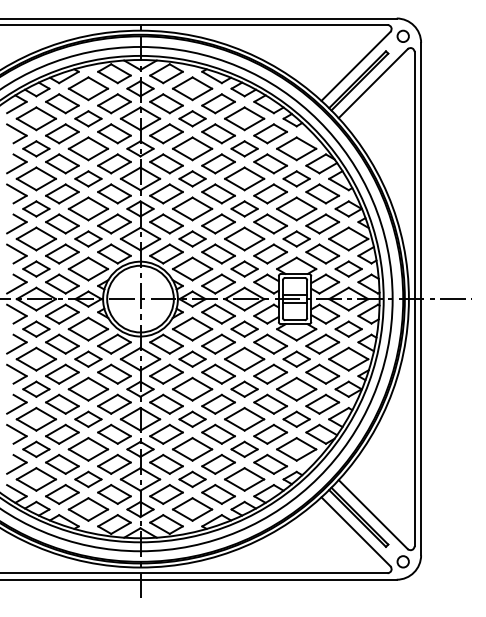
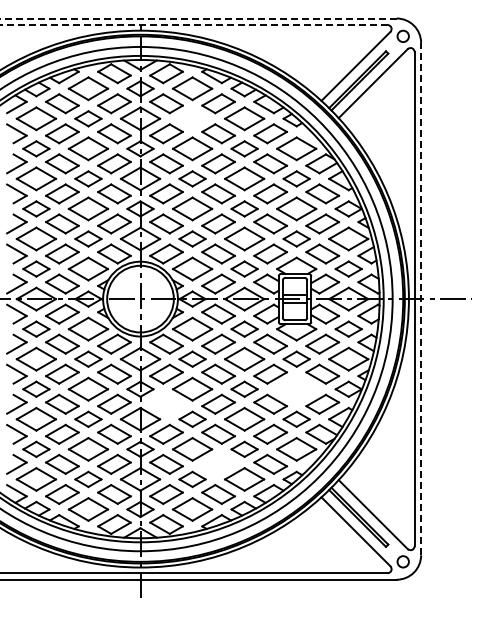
line at (197, 18): solid -> dashed
line at (193, 25): solid -> dashed
part at (192, 118): present -> none
line at (421, 298): solid -> dashed
part at (296, 388): present -> none
part at (166, 403): present -> none
part at (218, 464): present -> none
